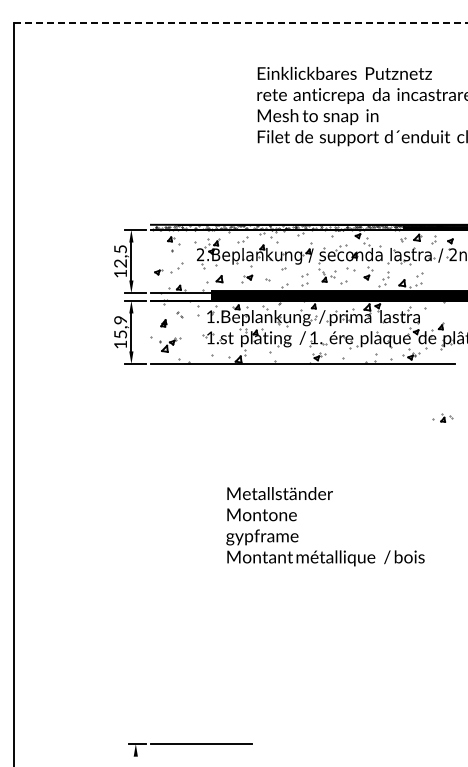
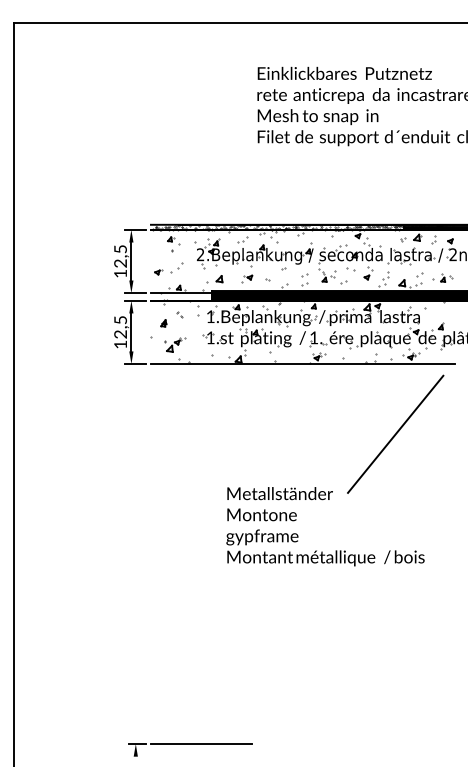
line at (241, 23): dashed -> solid
text at (120, 327): 15,9 -> 12,5
part at (170, 344) position: (170, 344) -> (175, 344)
part at (442, 417) position: (442, 417) -> (442, 277)
line at (395, 433): none -> present
